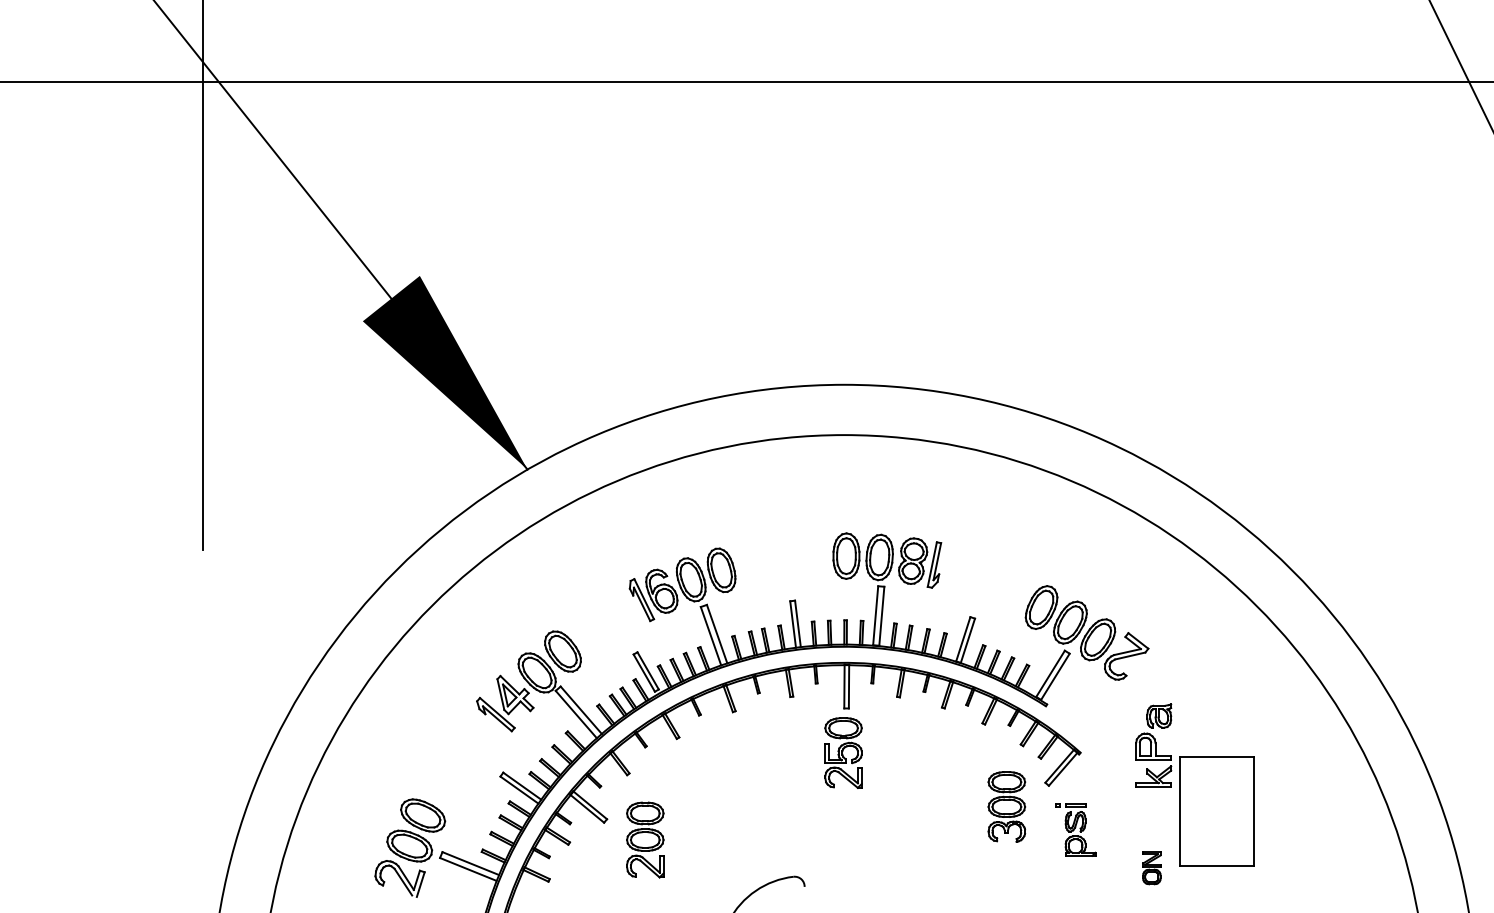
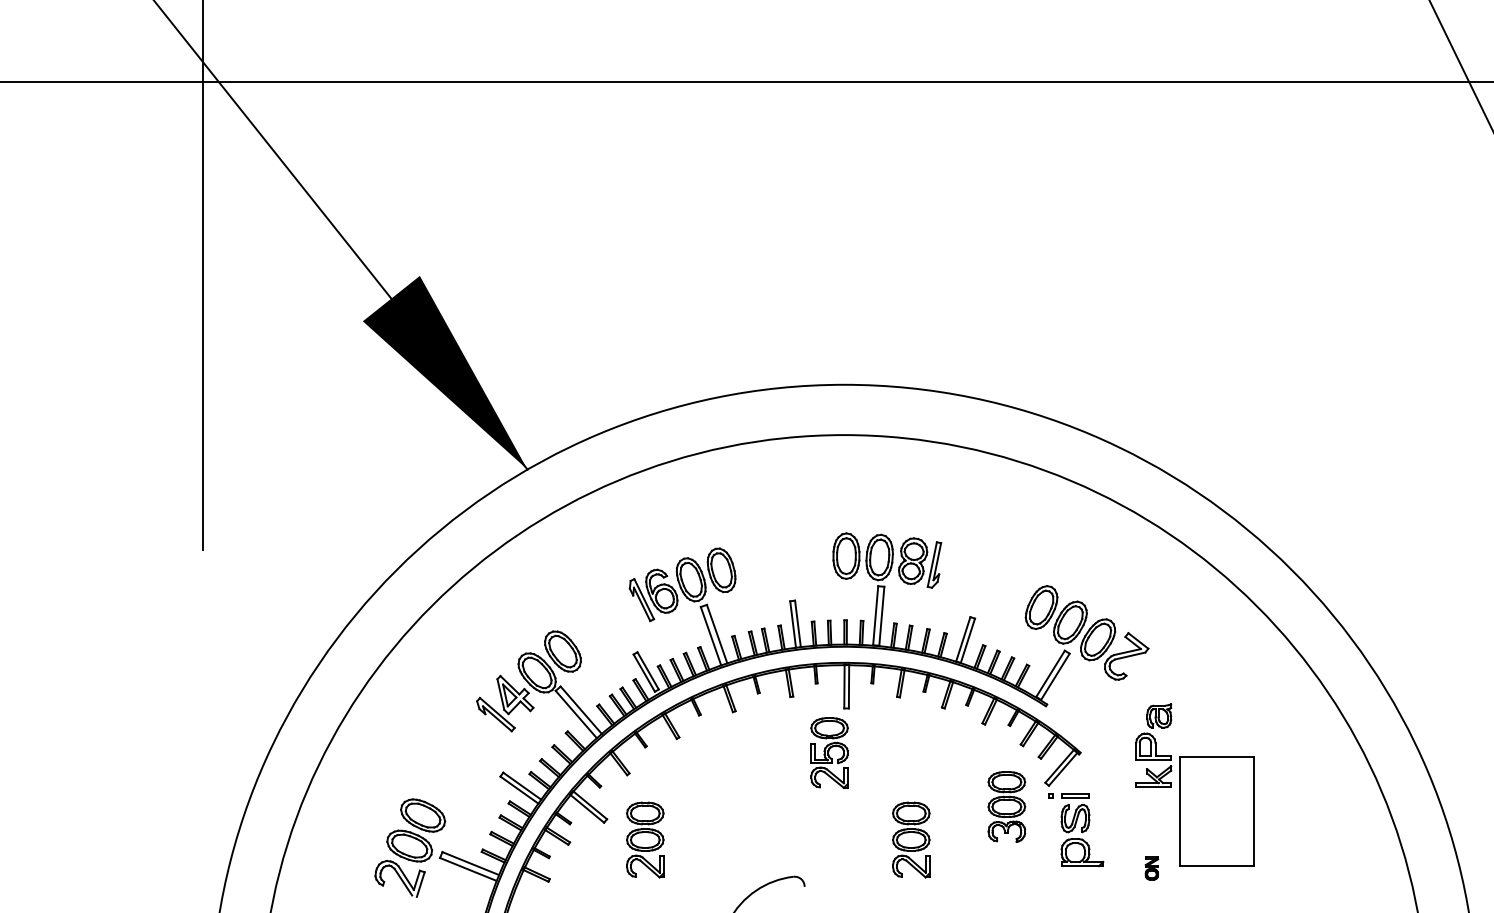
part at (843, 752) position: (843, 752) -> (829, 752)
part at (1075, 829) size: 42x54 px -> 57x75 px
part at (911, 839): none -> present
part at (1151, 868) size: 20x35 px -> 16x25 px
